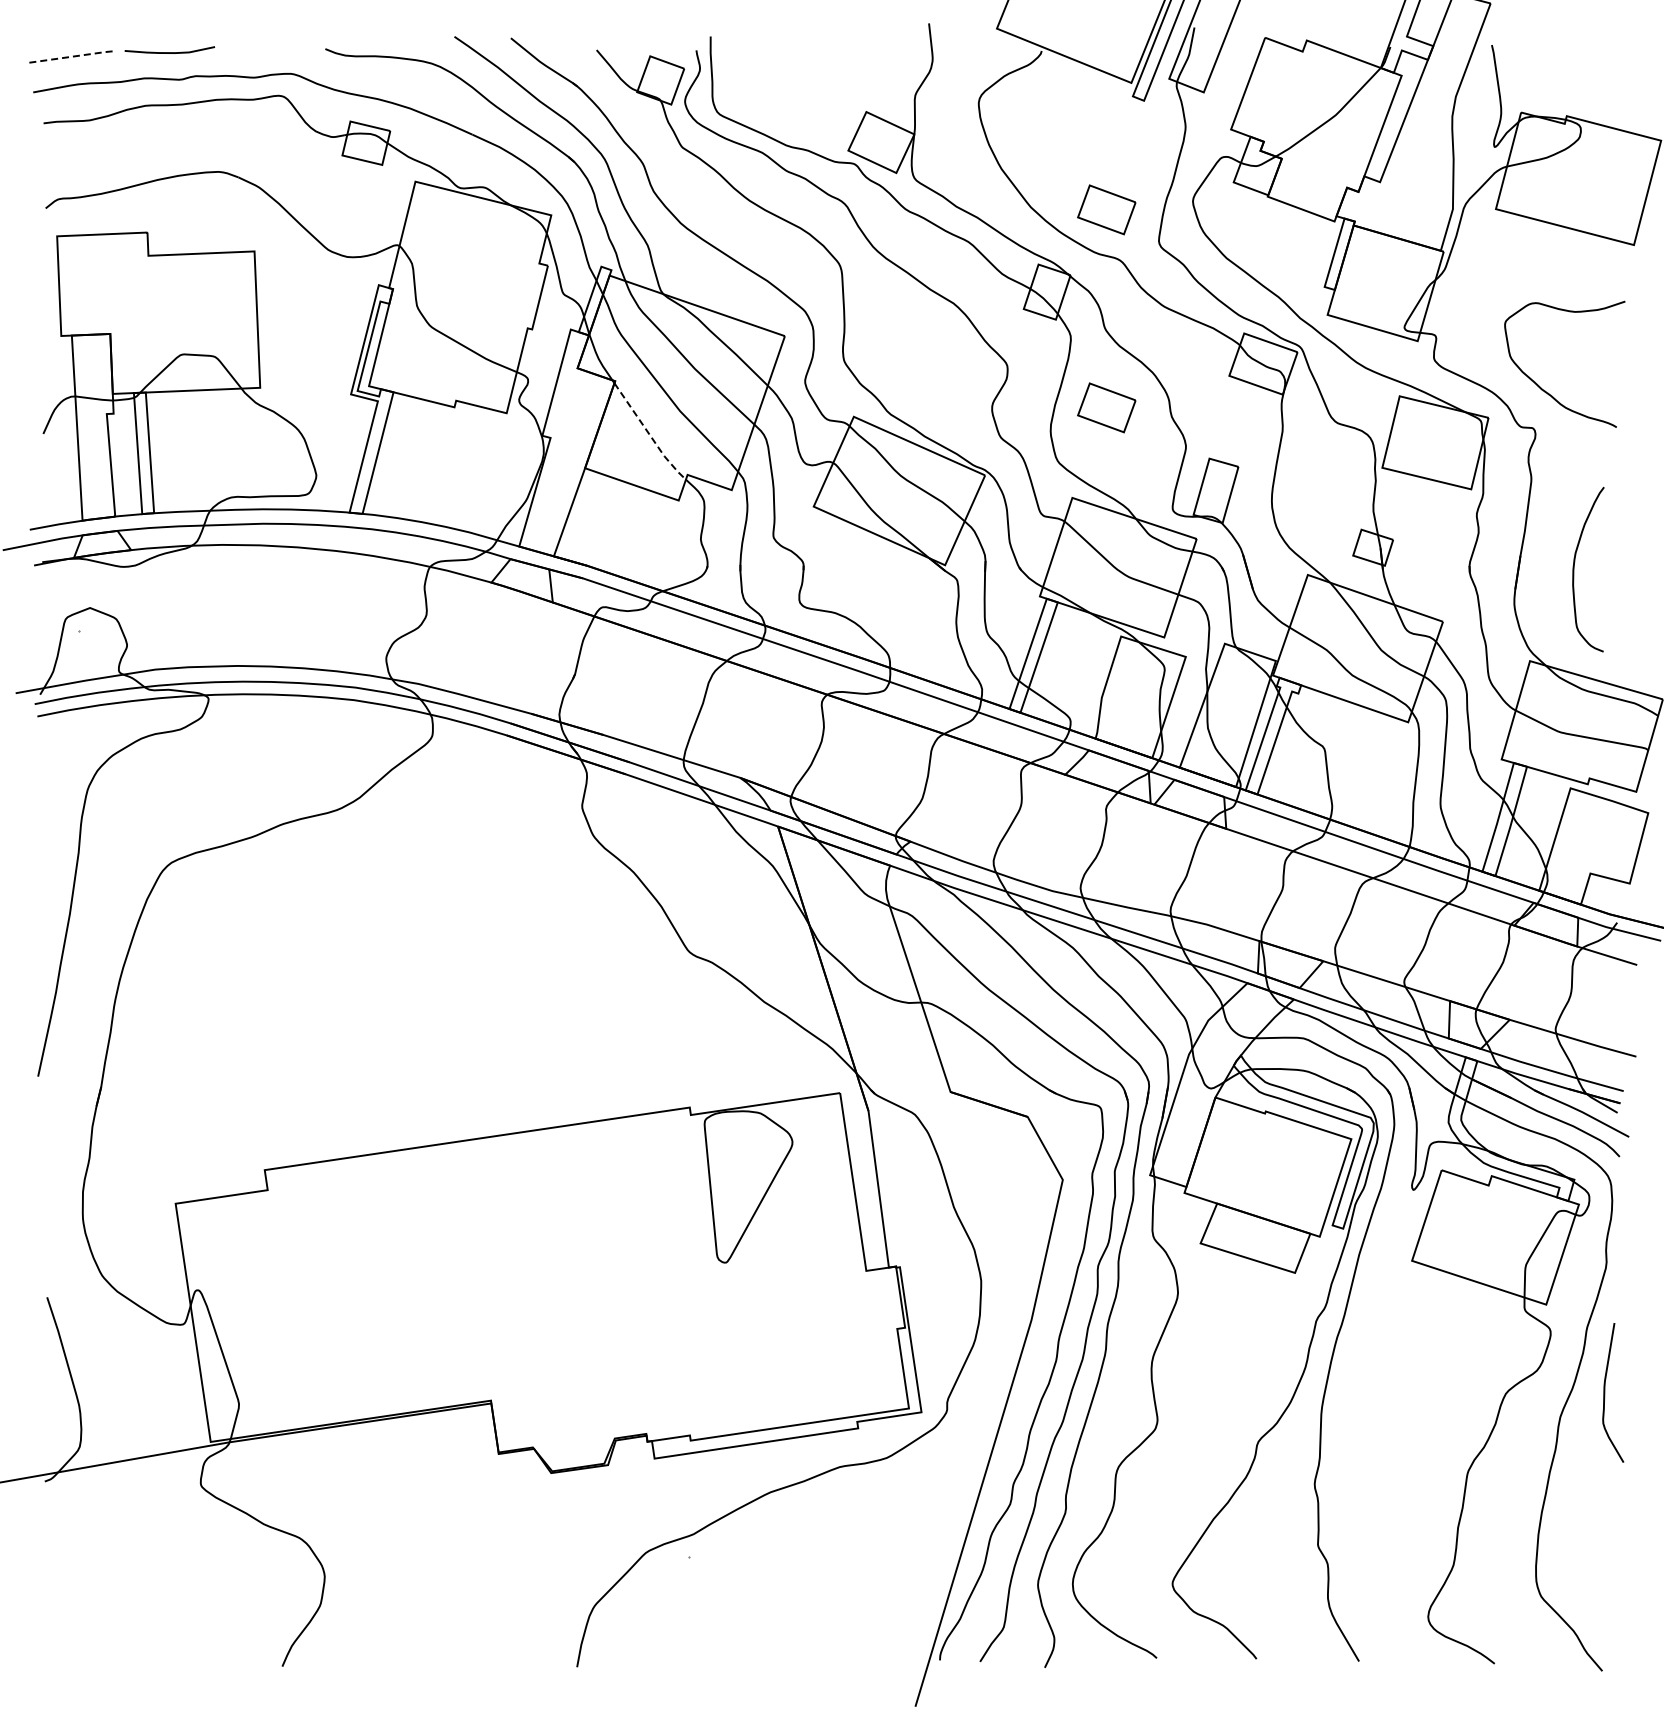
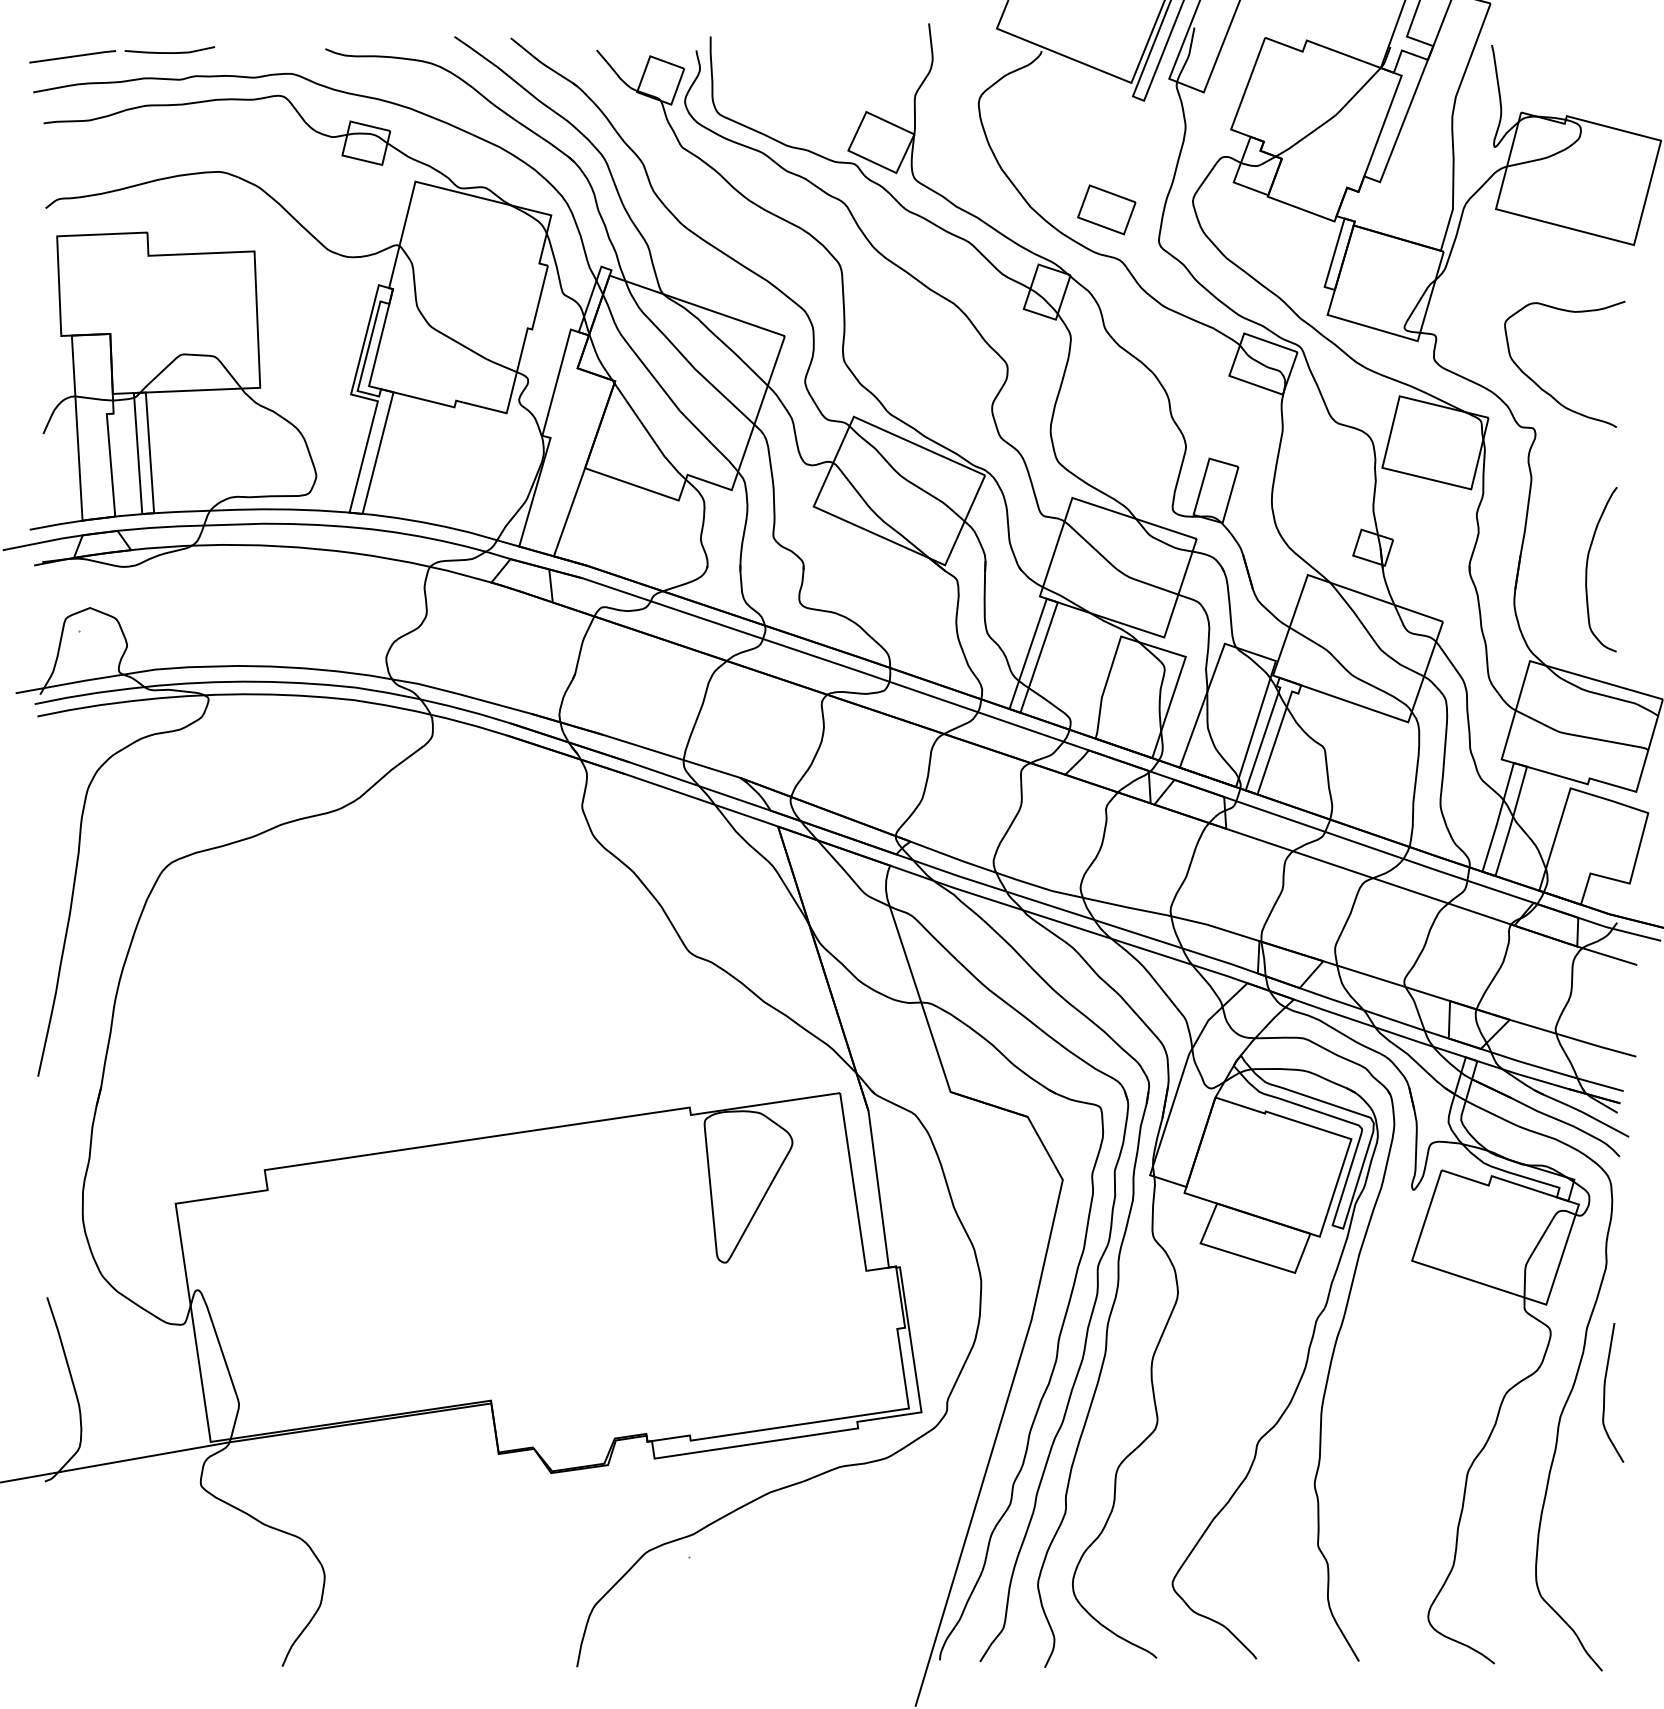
line at (73, 56): dashed -> solid
part at (1106, 407): present -> none
line at (649, 434): dashed -> solid
curve at (1574, 569) position: (1574, 569) -> (1587, 569)
